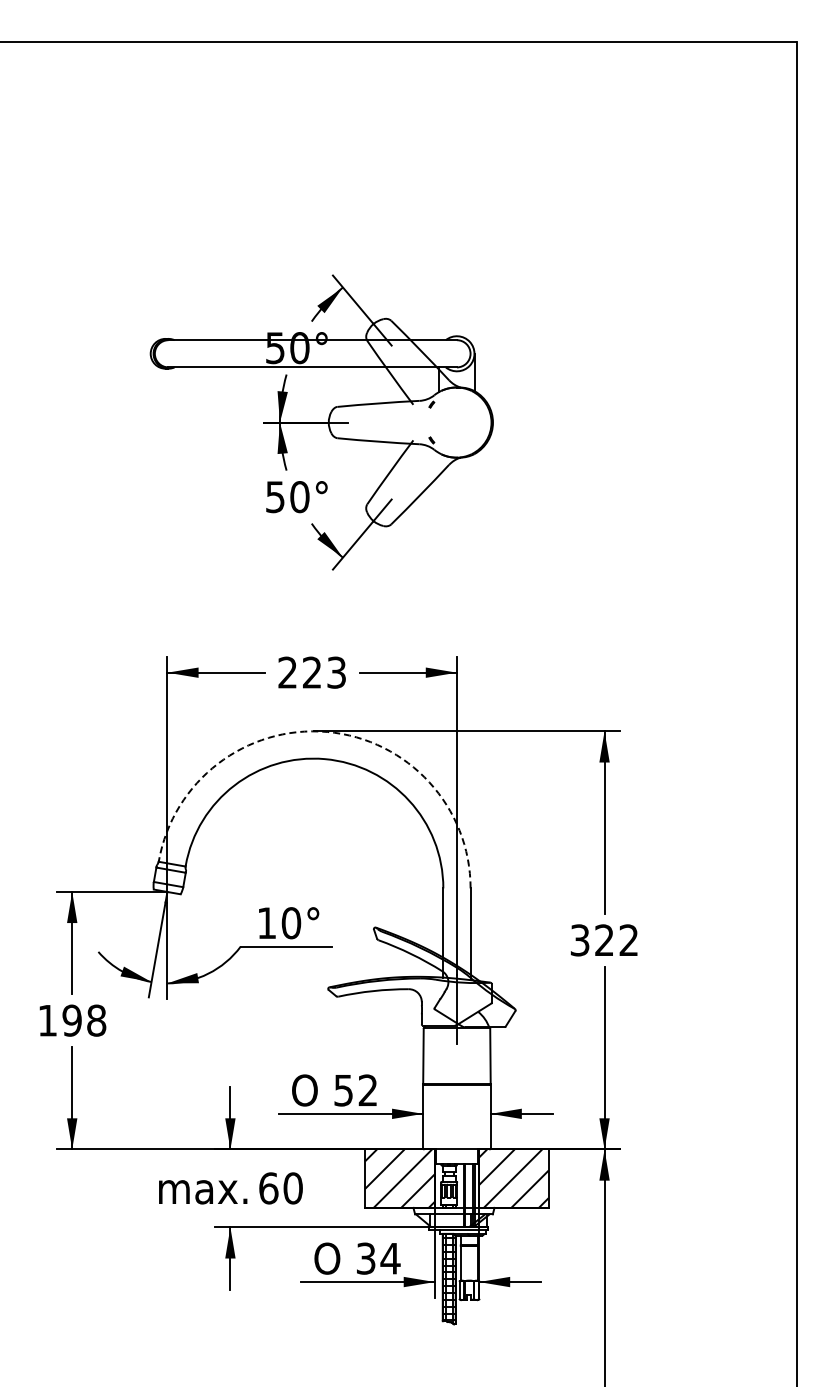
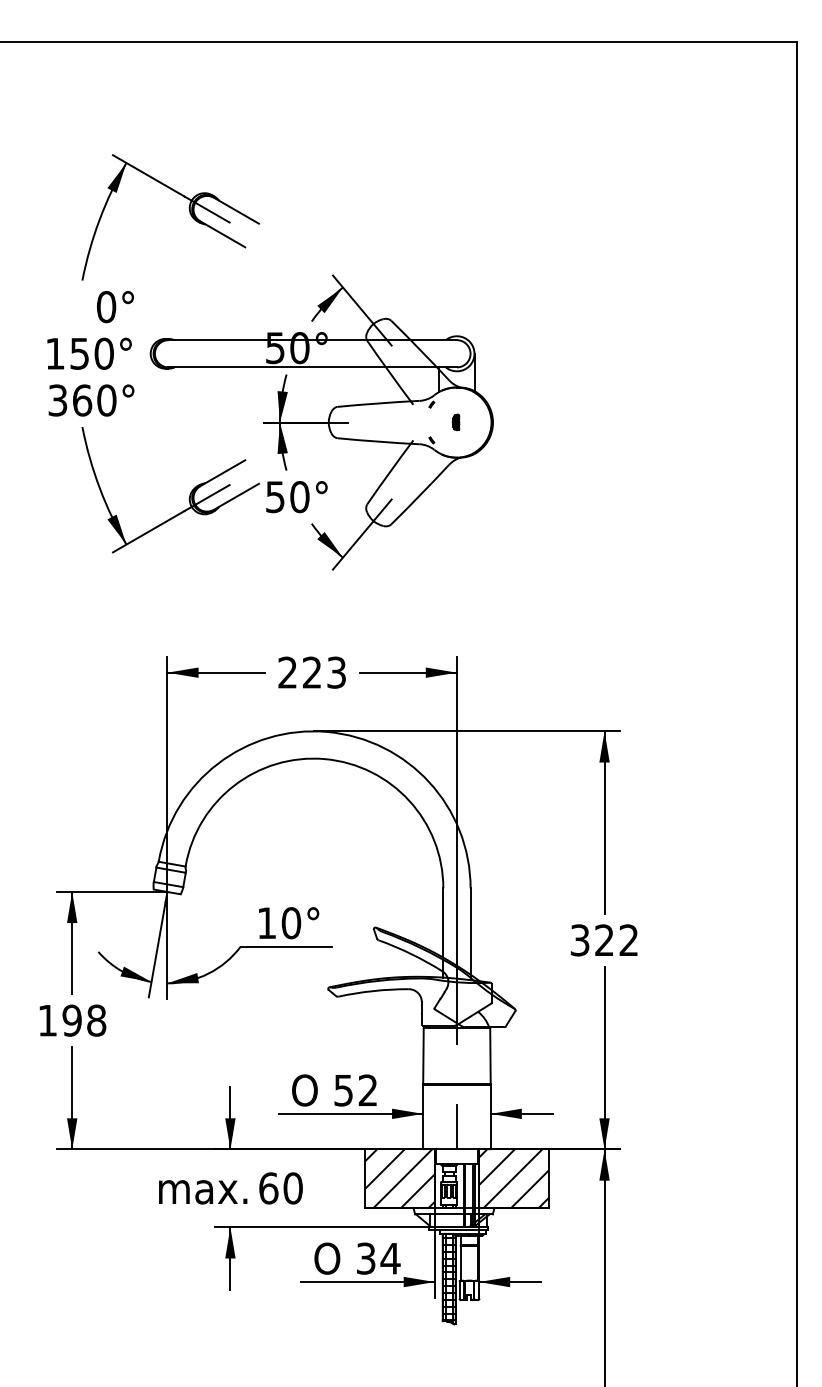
part at (131, 347): none -> present
part at (455, 422): none -> present
arc at (327, 731): dashed -> solid
line at (456, 1127): none -> present
